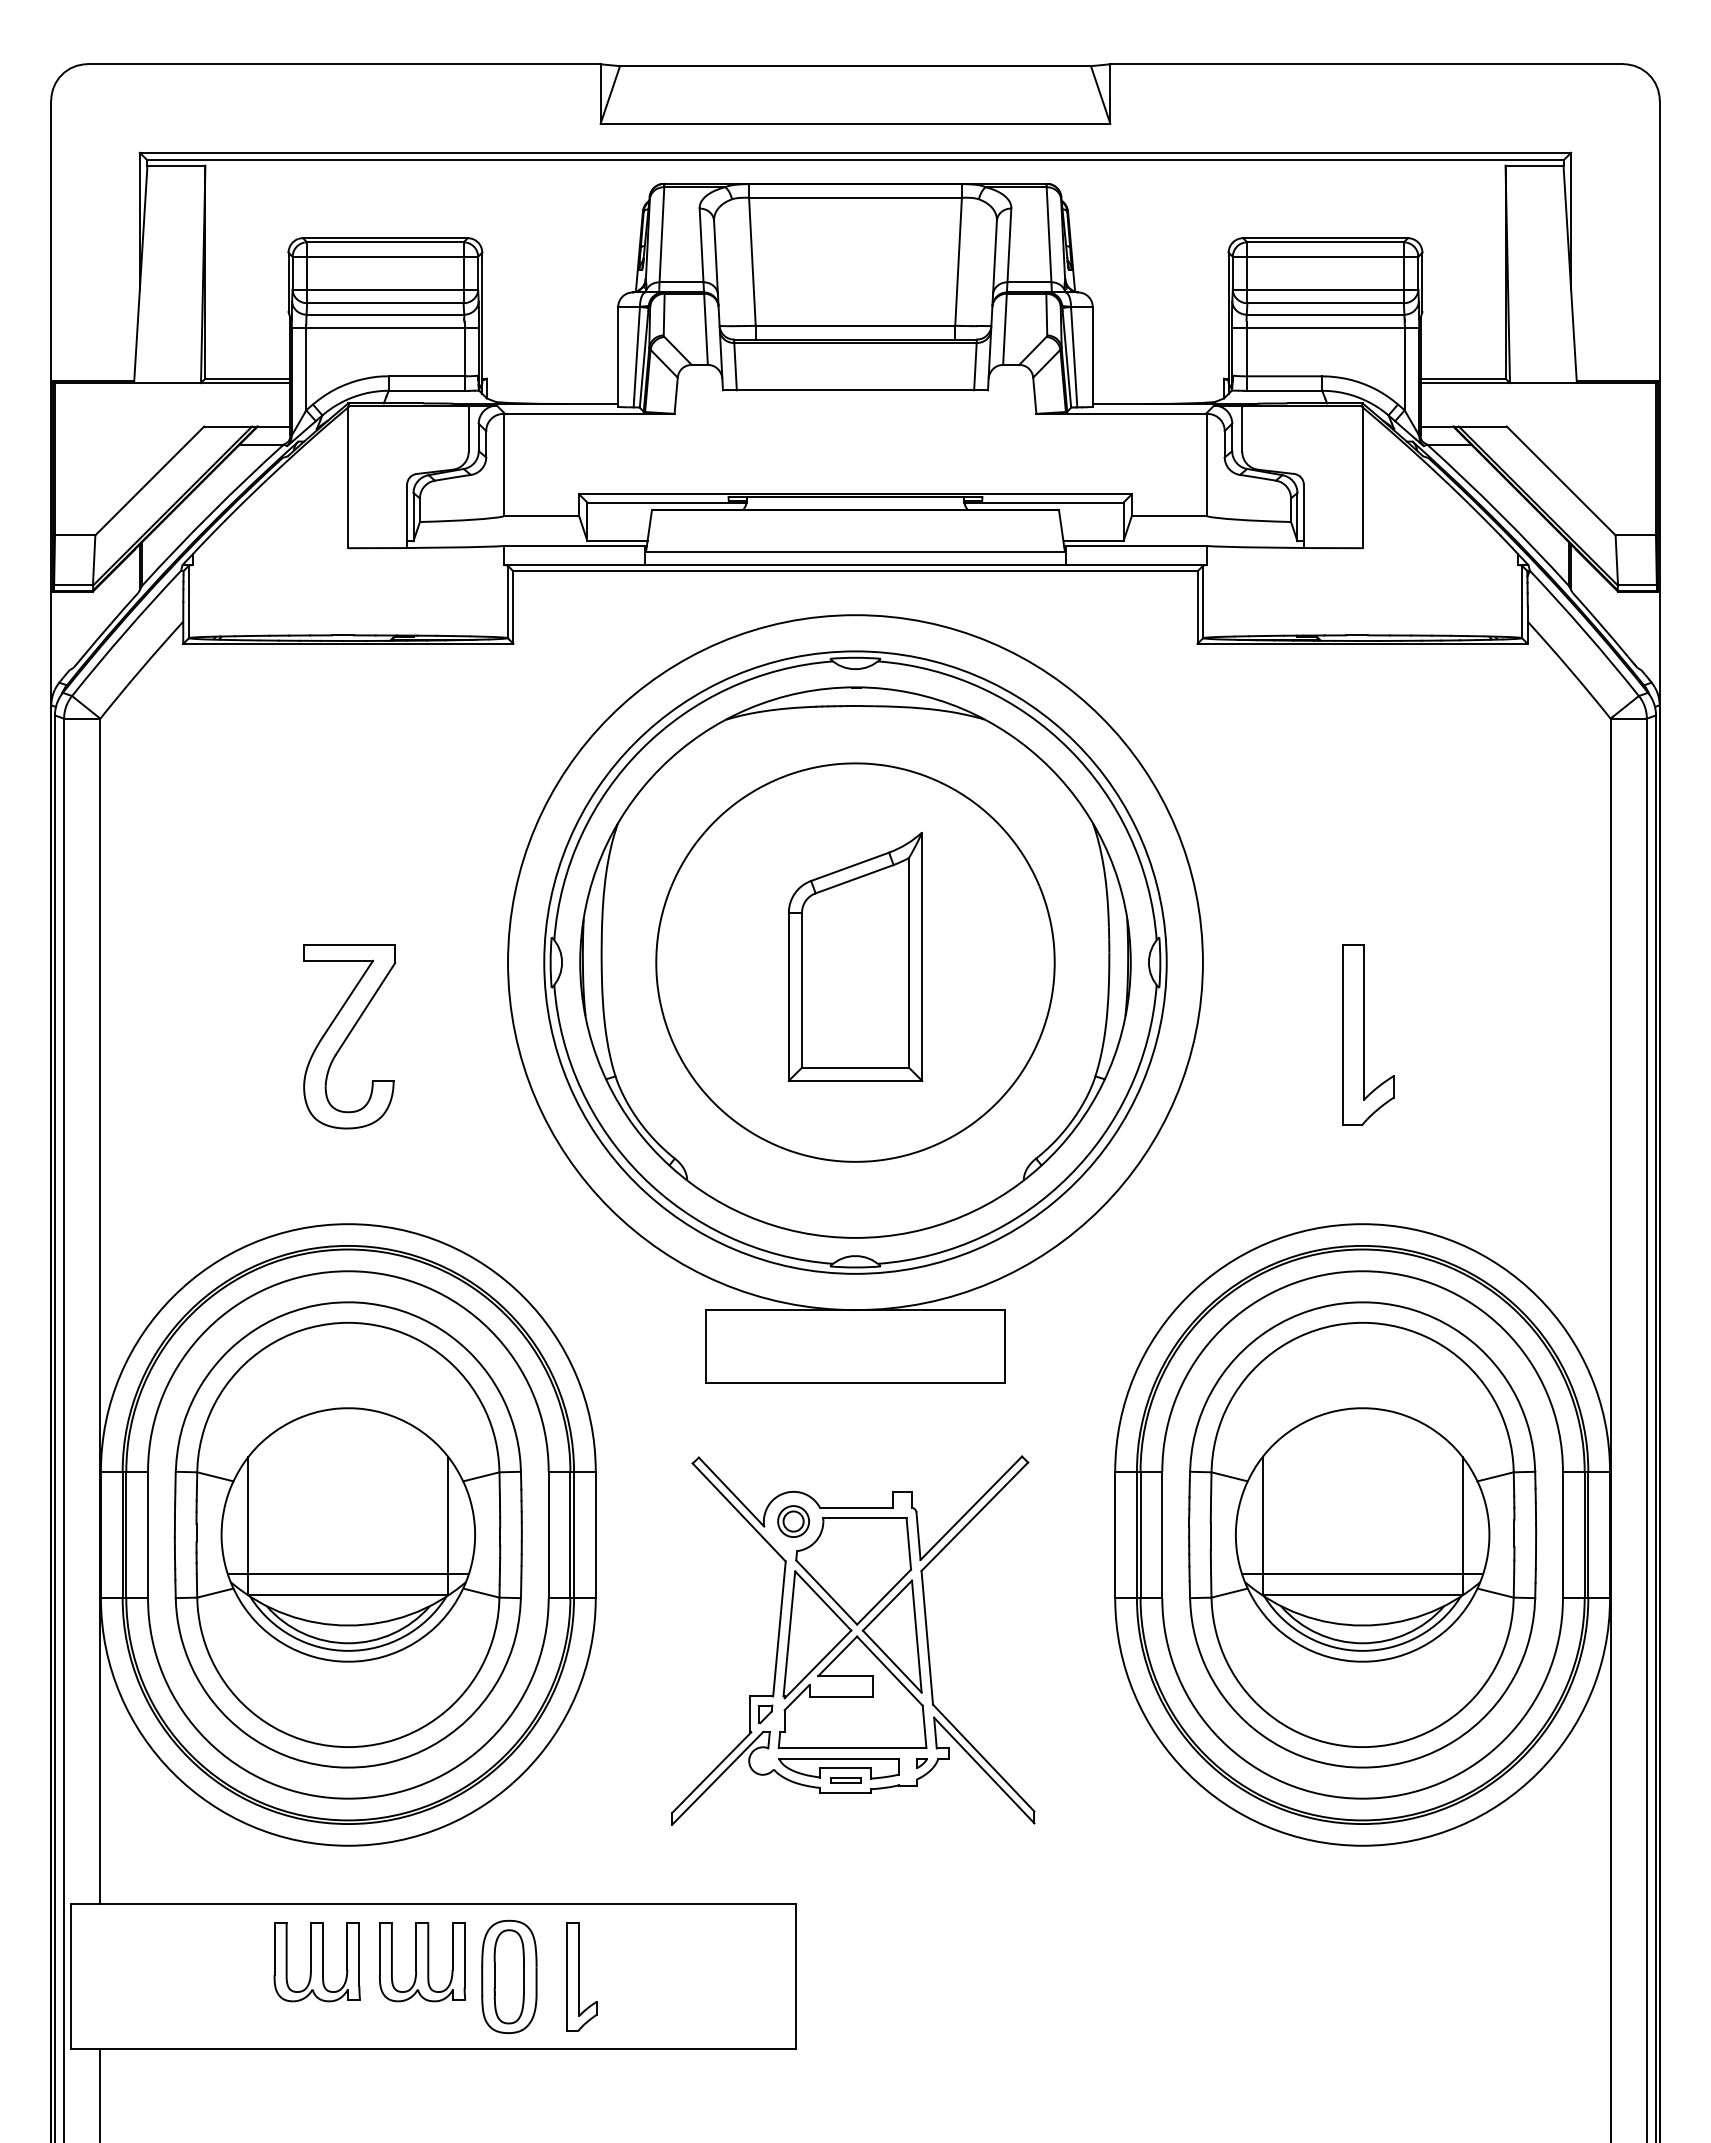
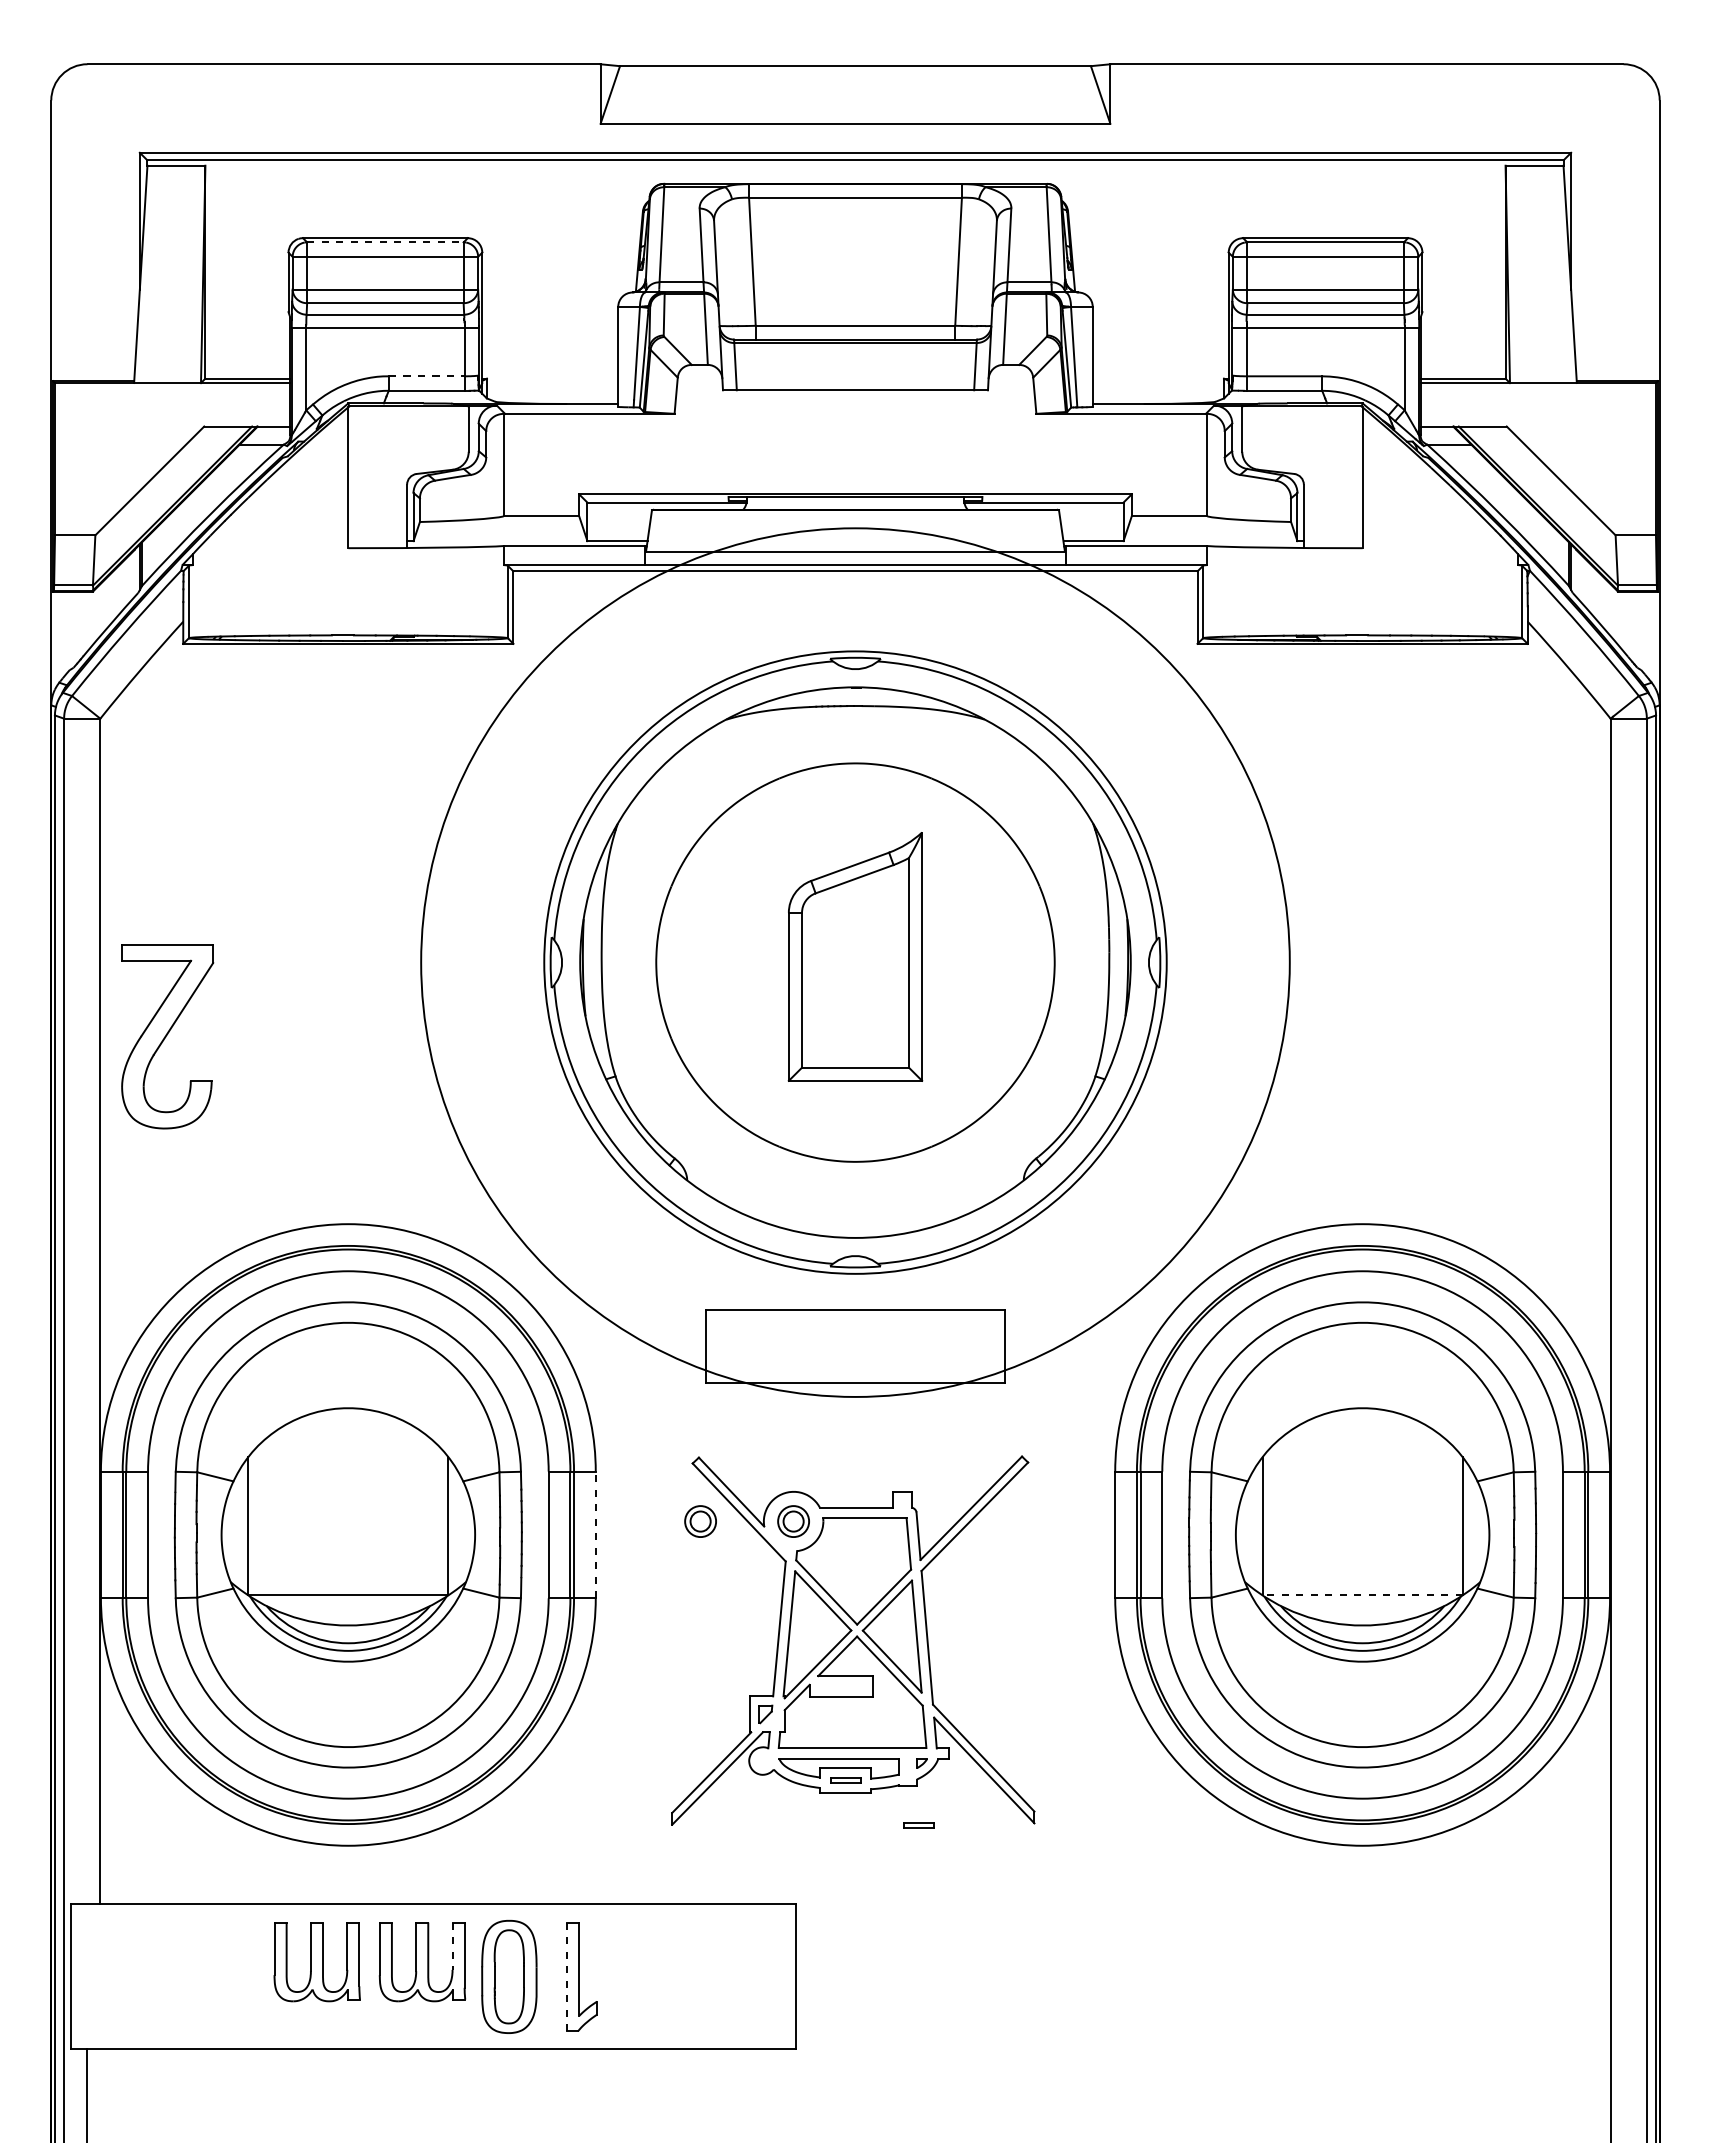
line at (385, 242): solid -> dashed
line at (427, 376): solid -> dashed
circle at (855, 962) diameter: 695 px -> 869 px
part at (1368, 1034): present -> none
part at (349, 1036) position: (349, 1036) -> (167, 1036)
part at (700, 1521): none -> present
line at (595, 1534): solid -> dashed
line at (348, 1573): present -> none
line at (1362, 1573): present -> none
line at (1362, 1595): solid -> dashed
part at (918, 1825): none -> present
line at (452, 1946): solid -> dashed
line at (566, 1977): solid -> dashed
line at (100, 2094) position: (100, 2094) -> (87, 2094)
